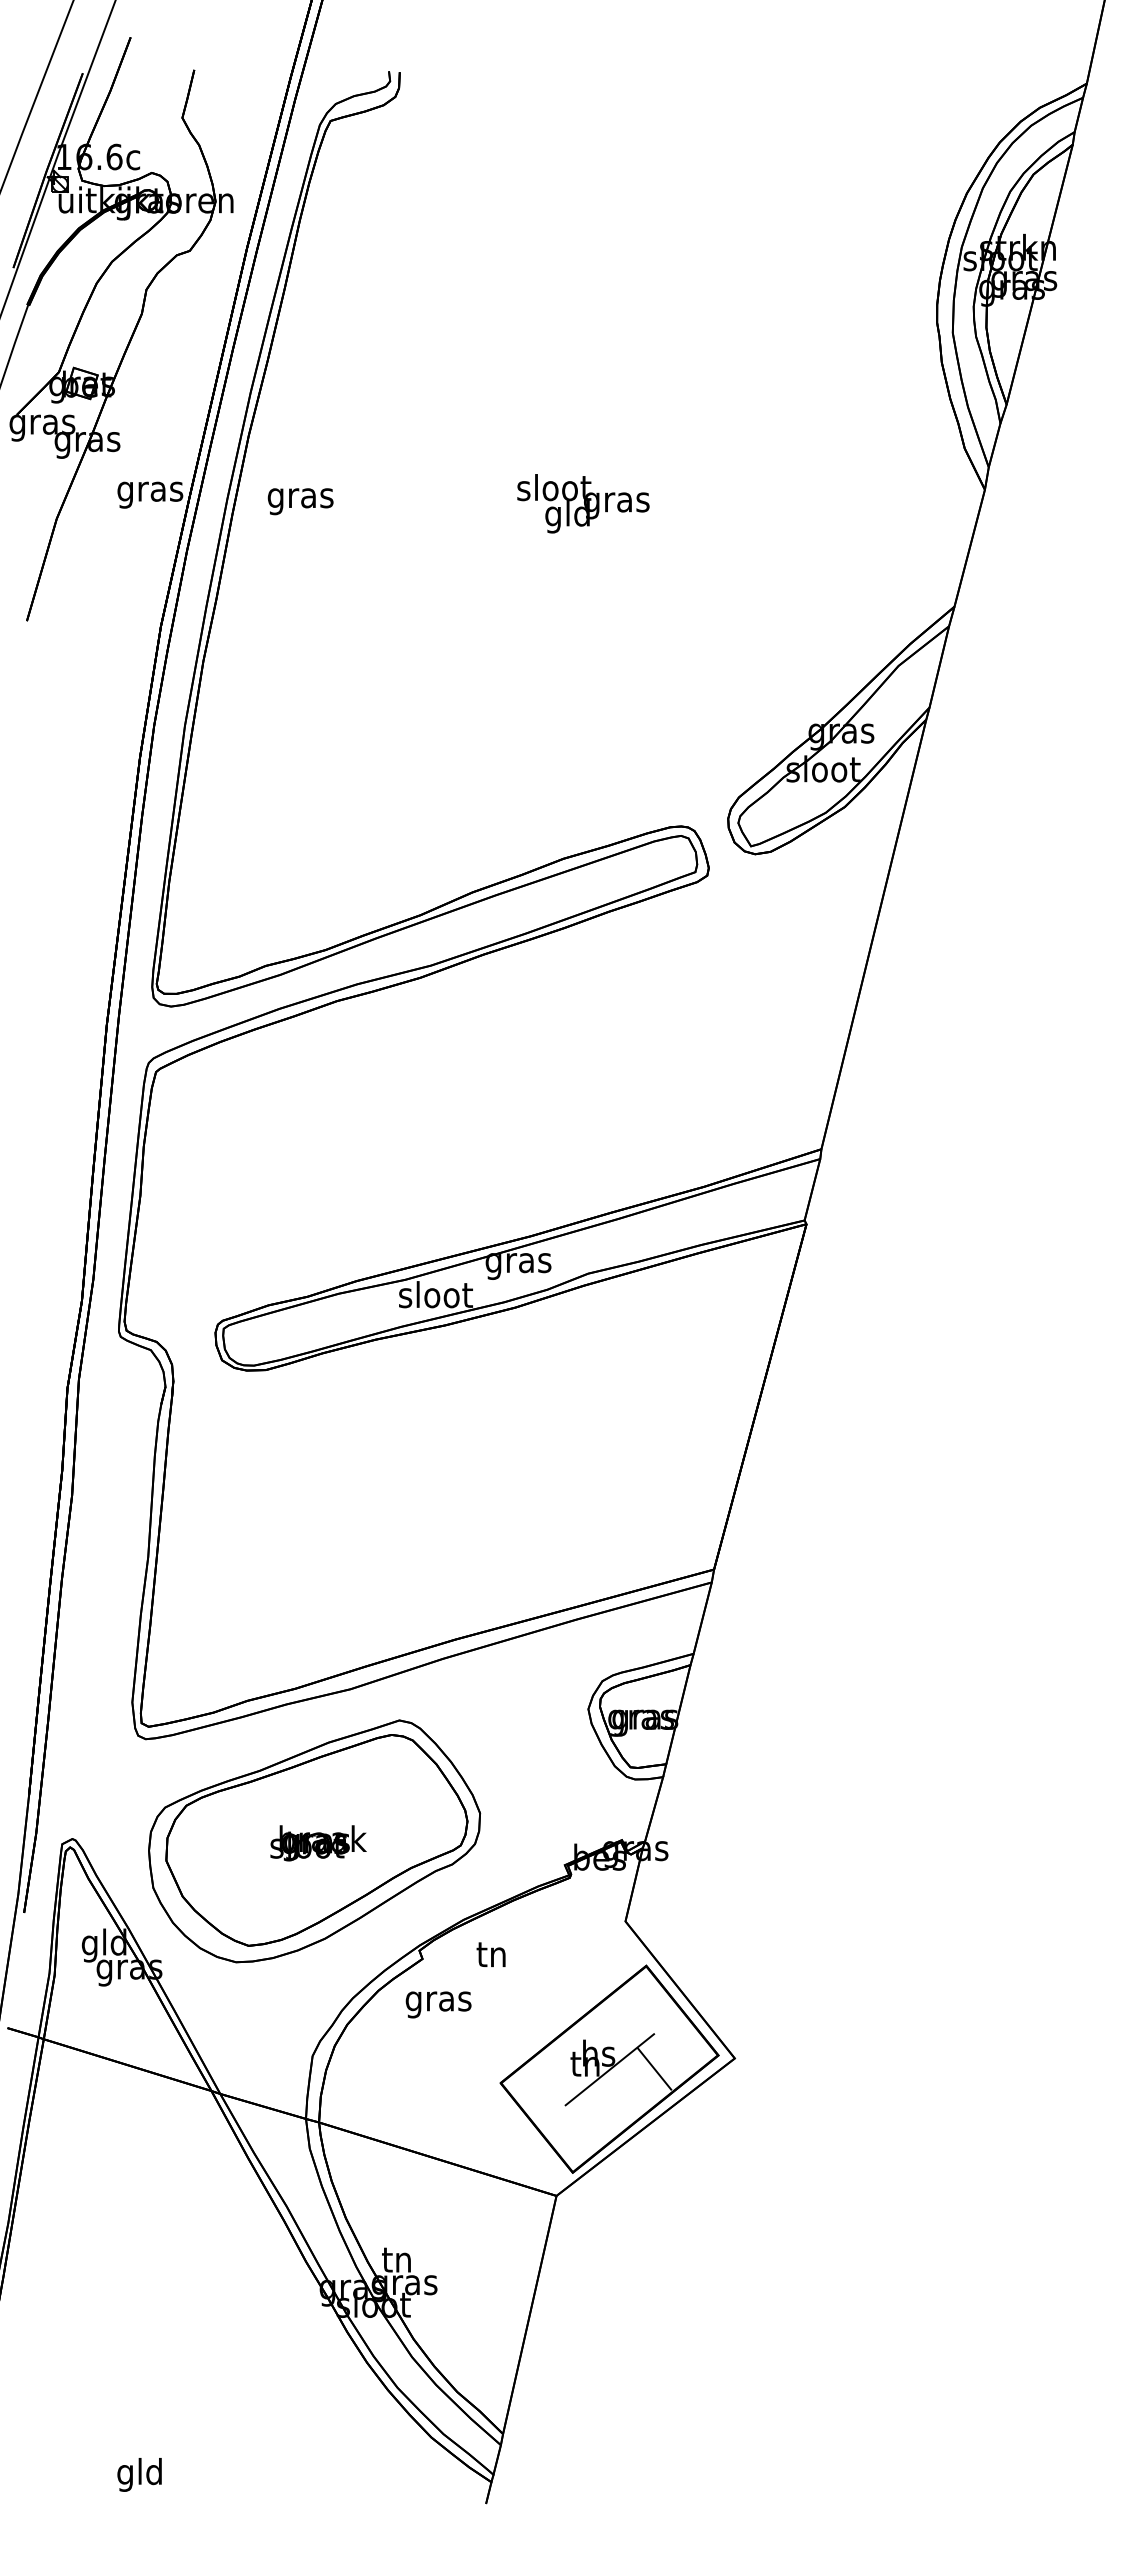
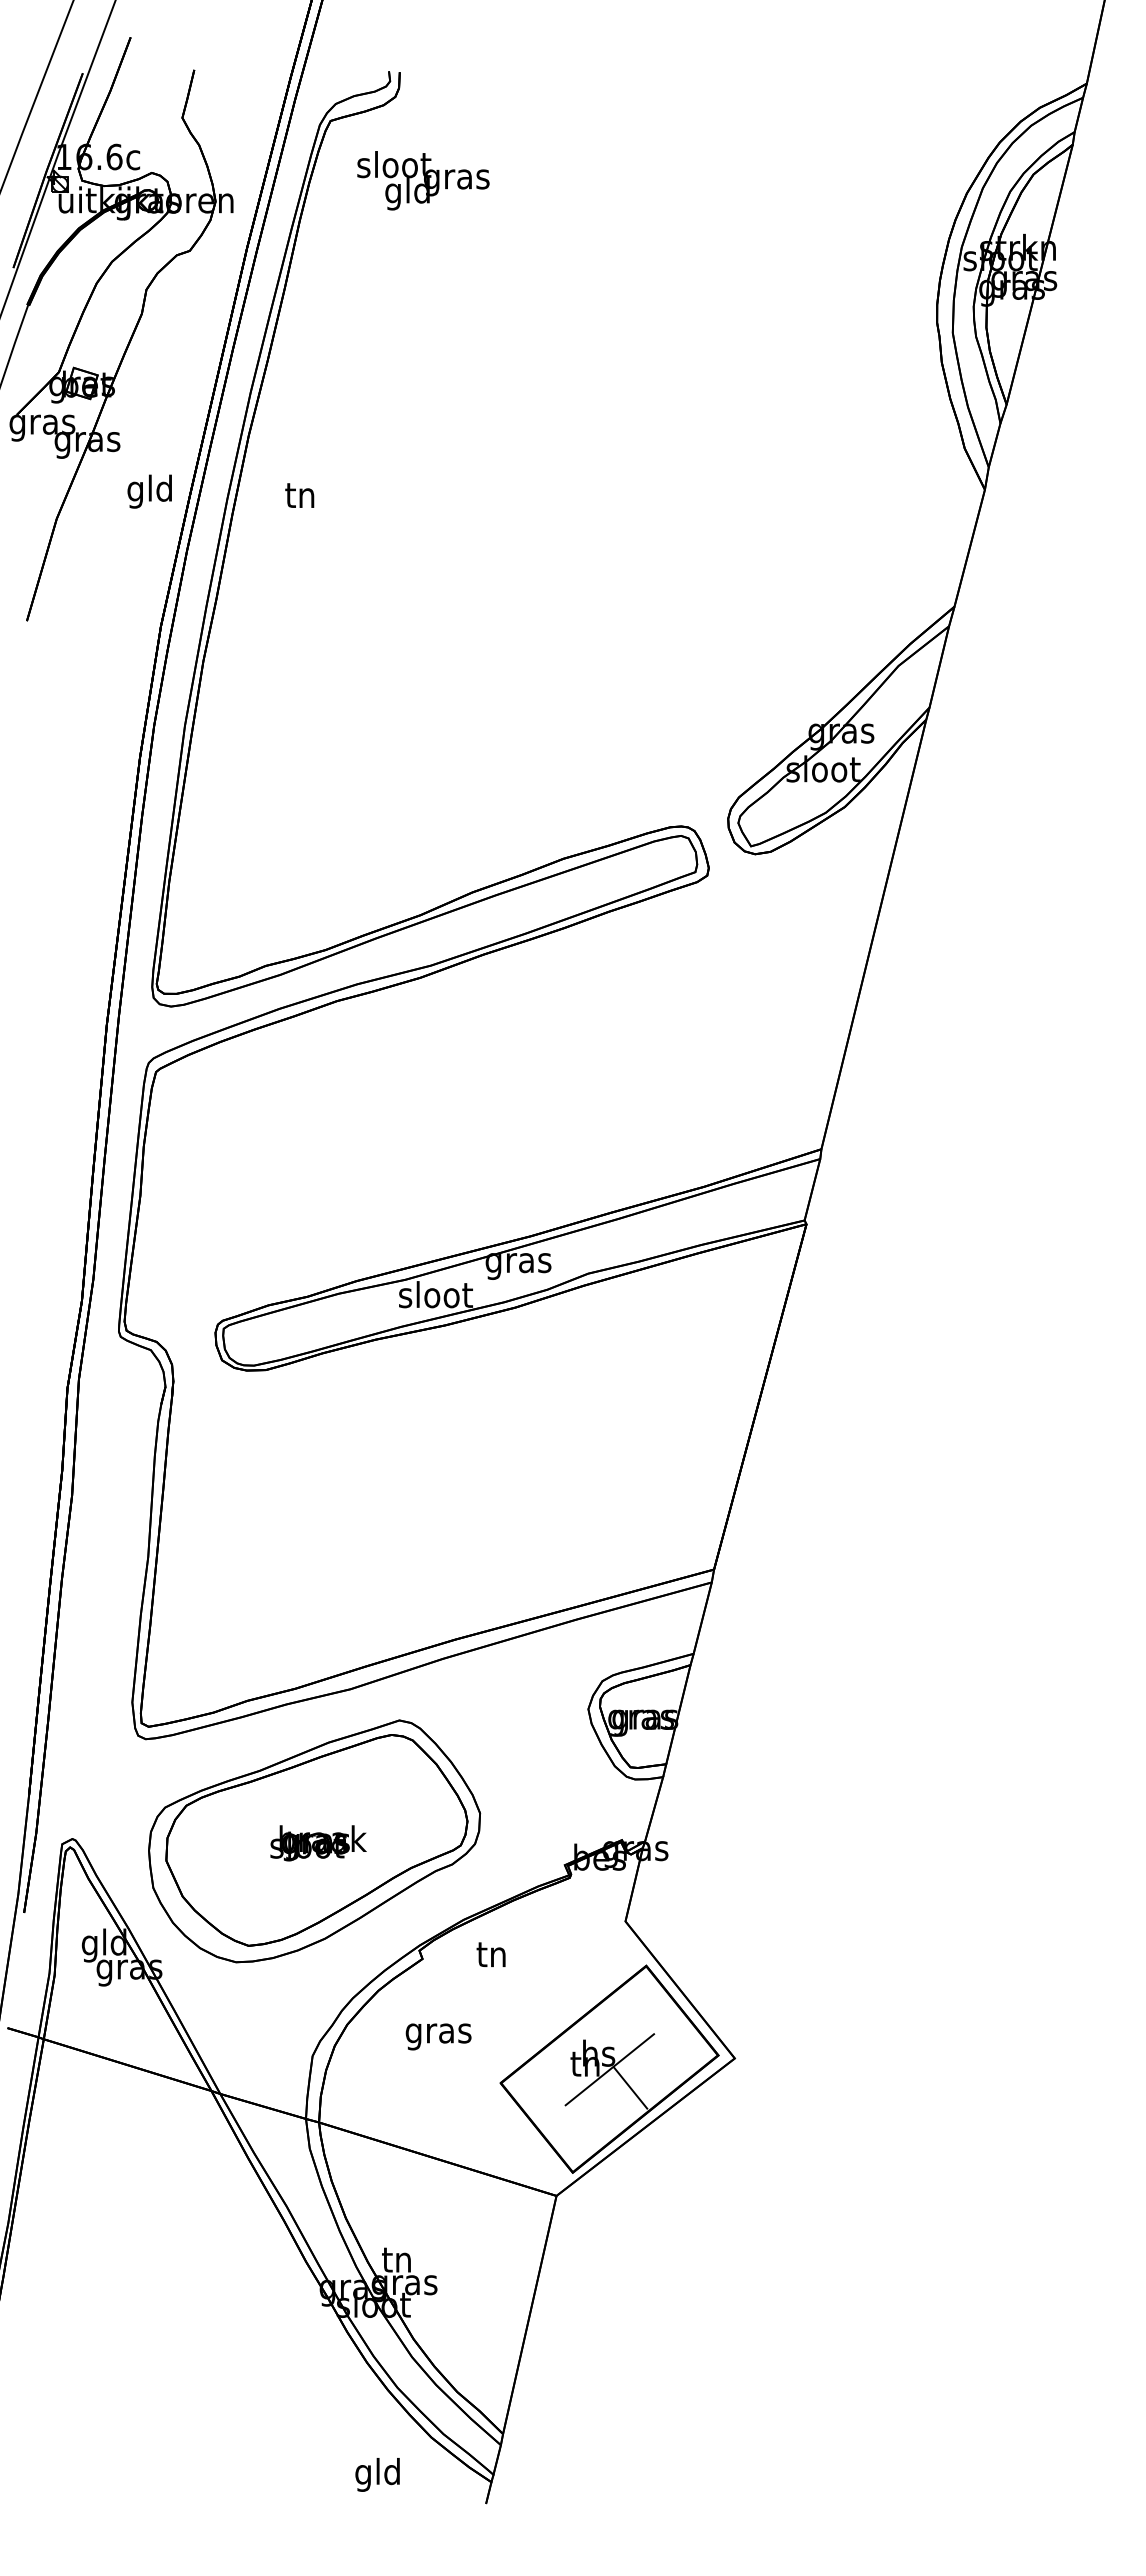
text at (150, 491): gras -> gld
text at (300, 499): gras -> tn
text at (583, 503) position: (583, 503) -> (423, 180)
text at (438, 2004) position: (438, 2004) -> (438, 2036)
line at (654, 2068) position: (654, 2068) -> (630, 2087)
text at (139, 2474) position: (139, 2474) -> (377, 2474)
